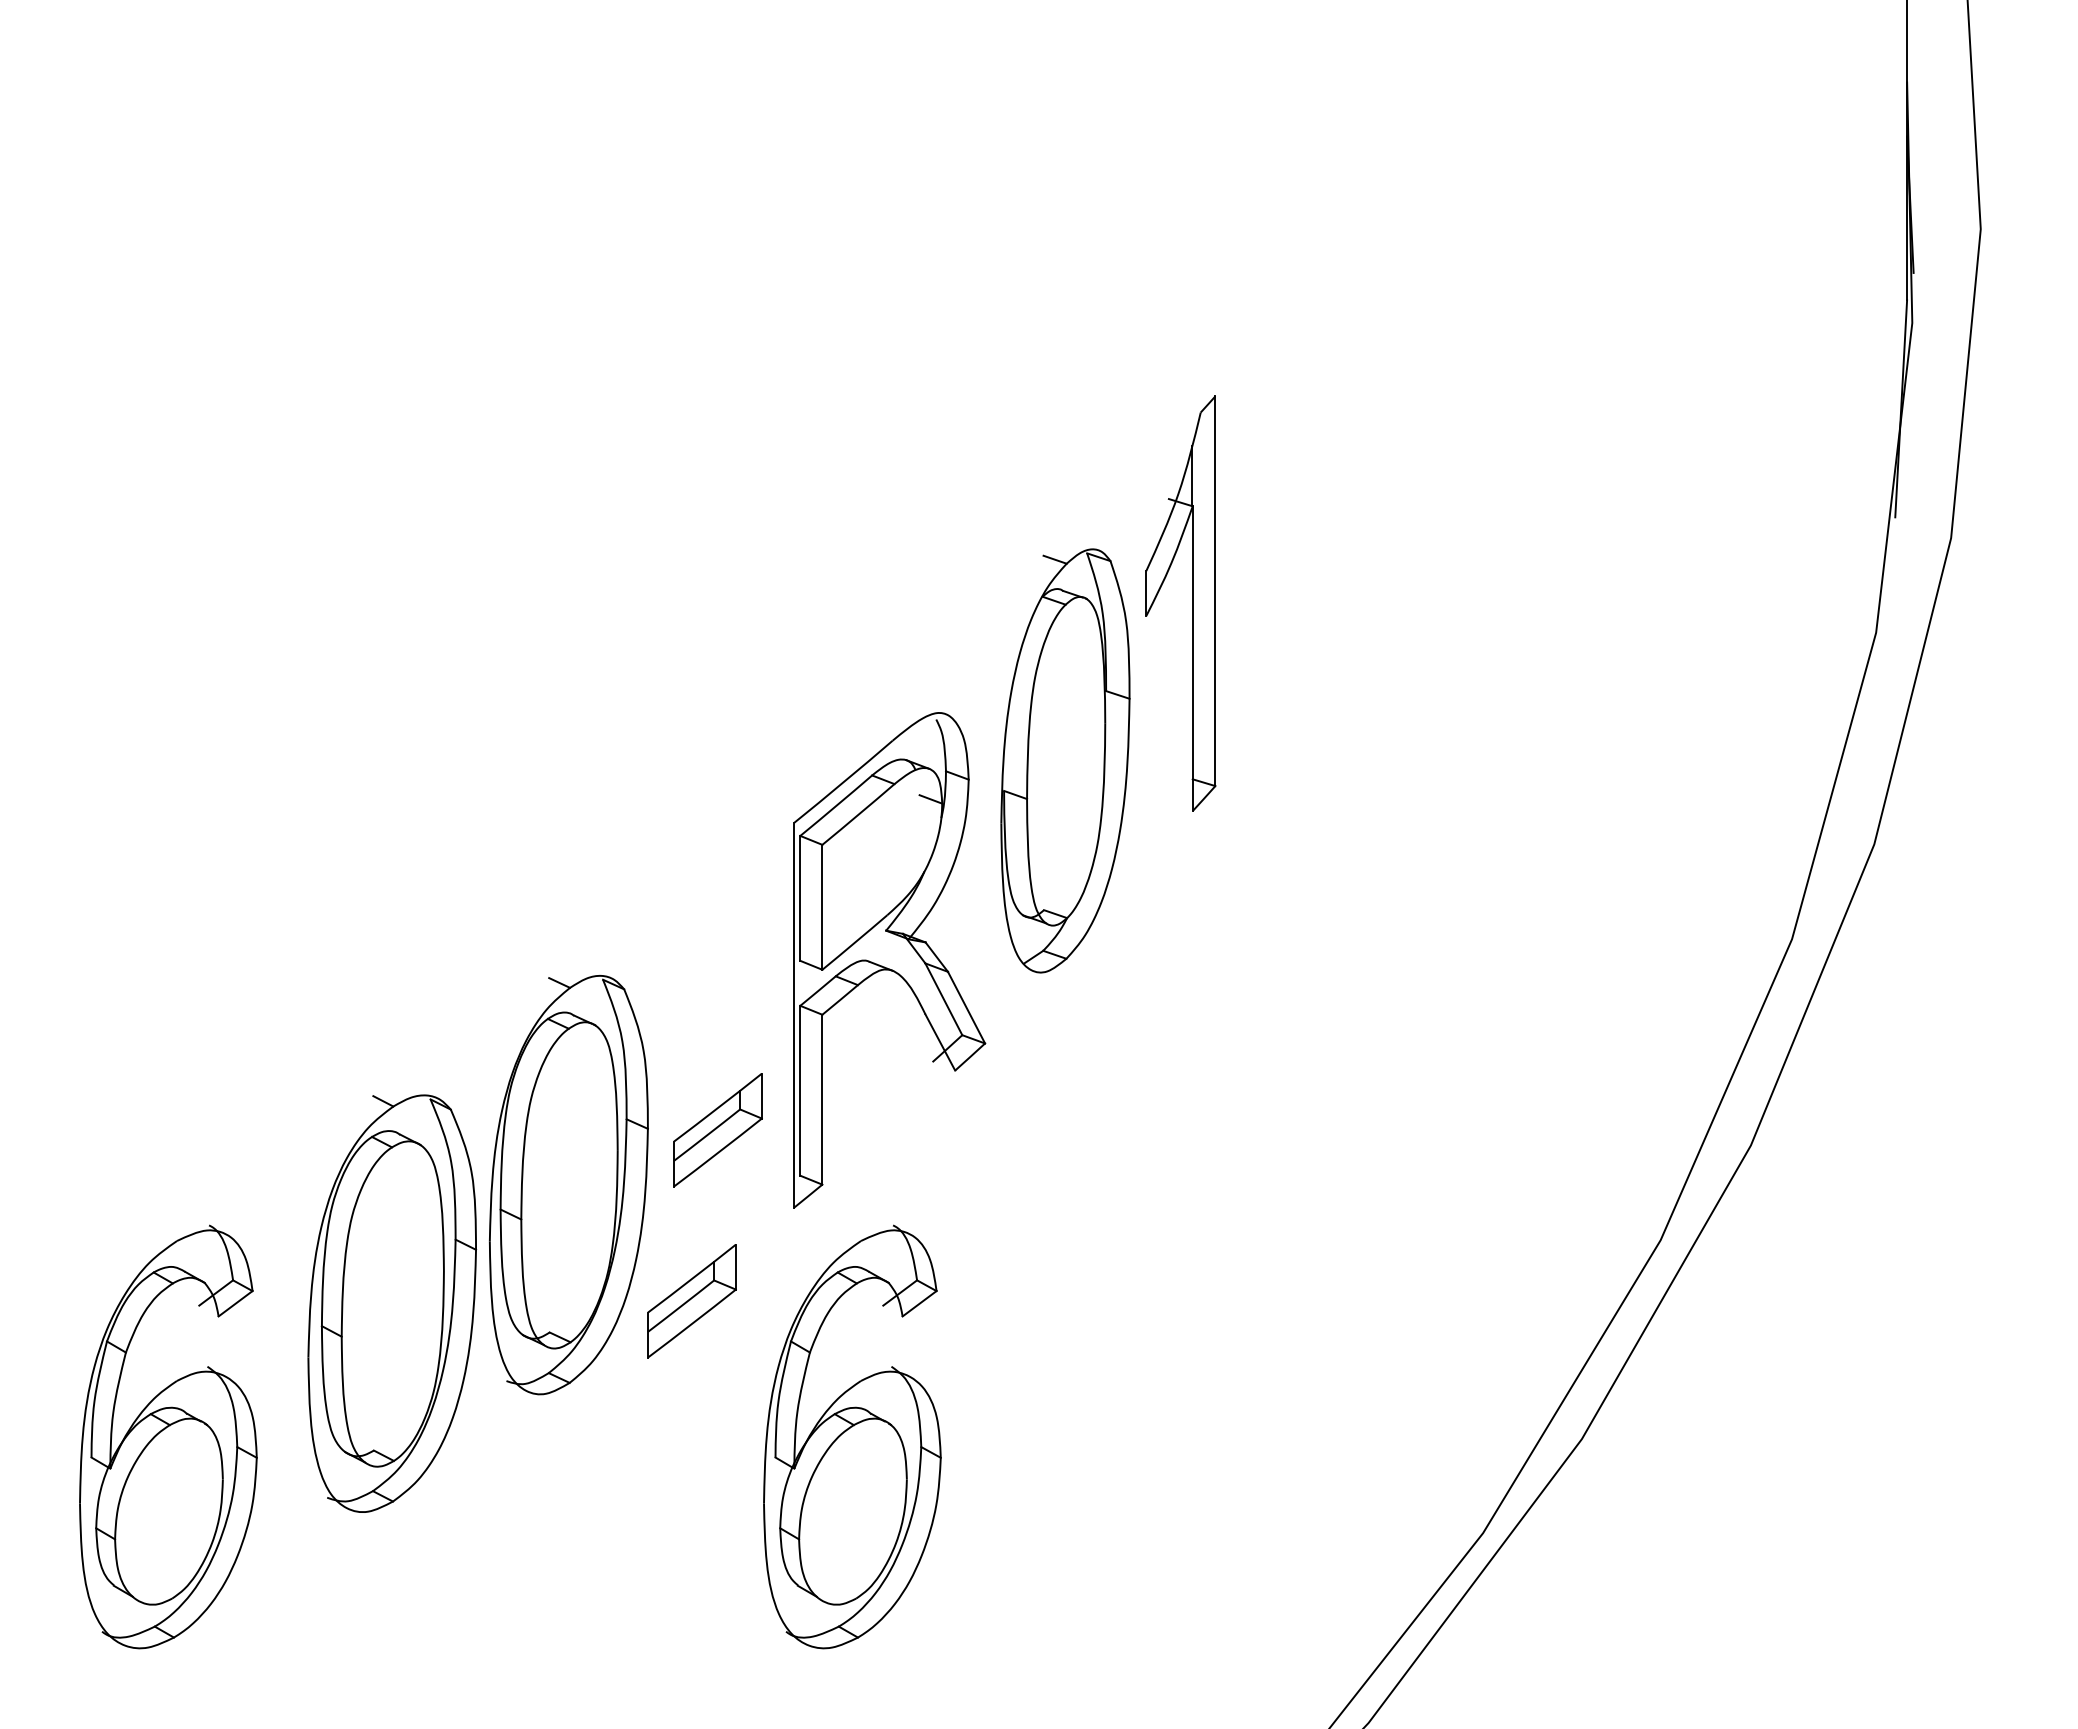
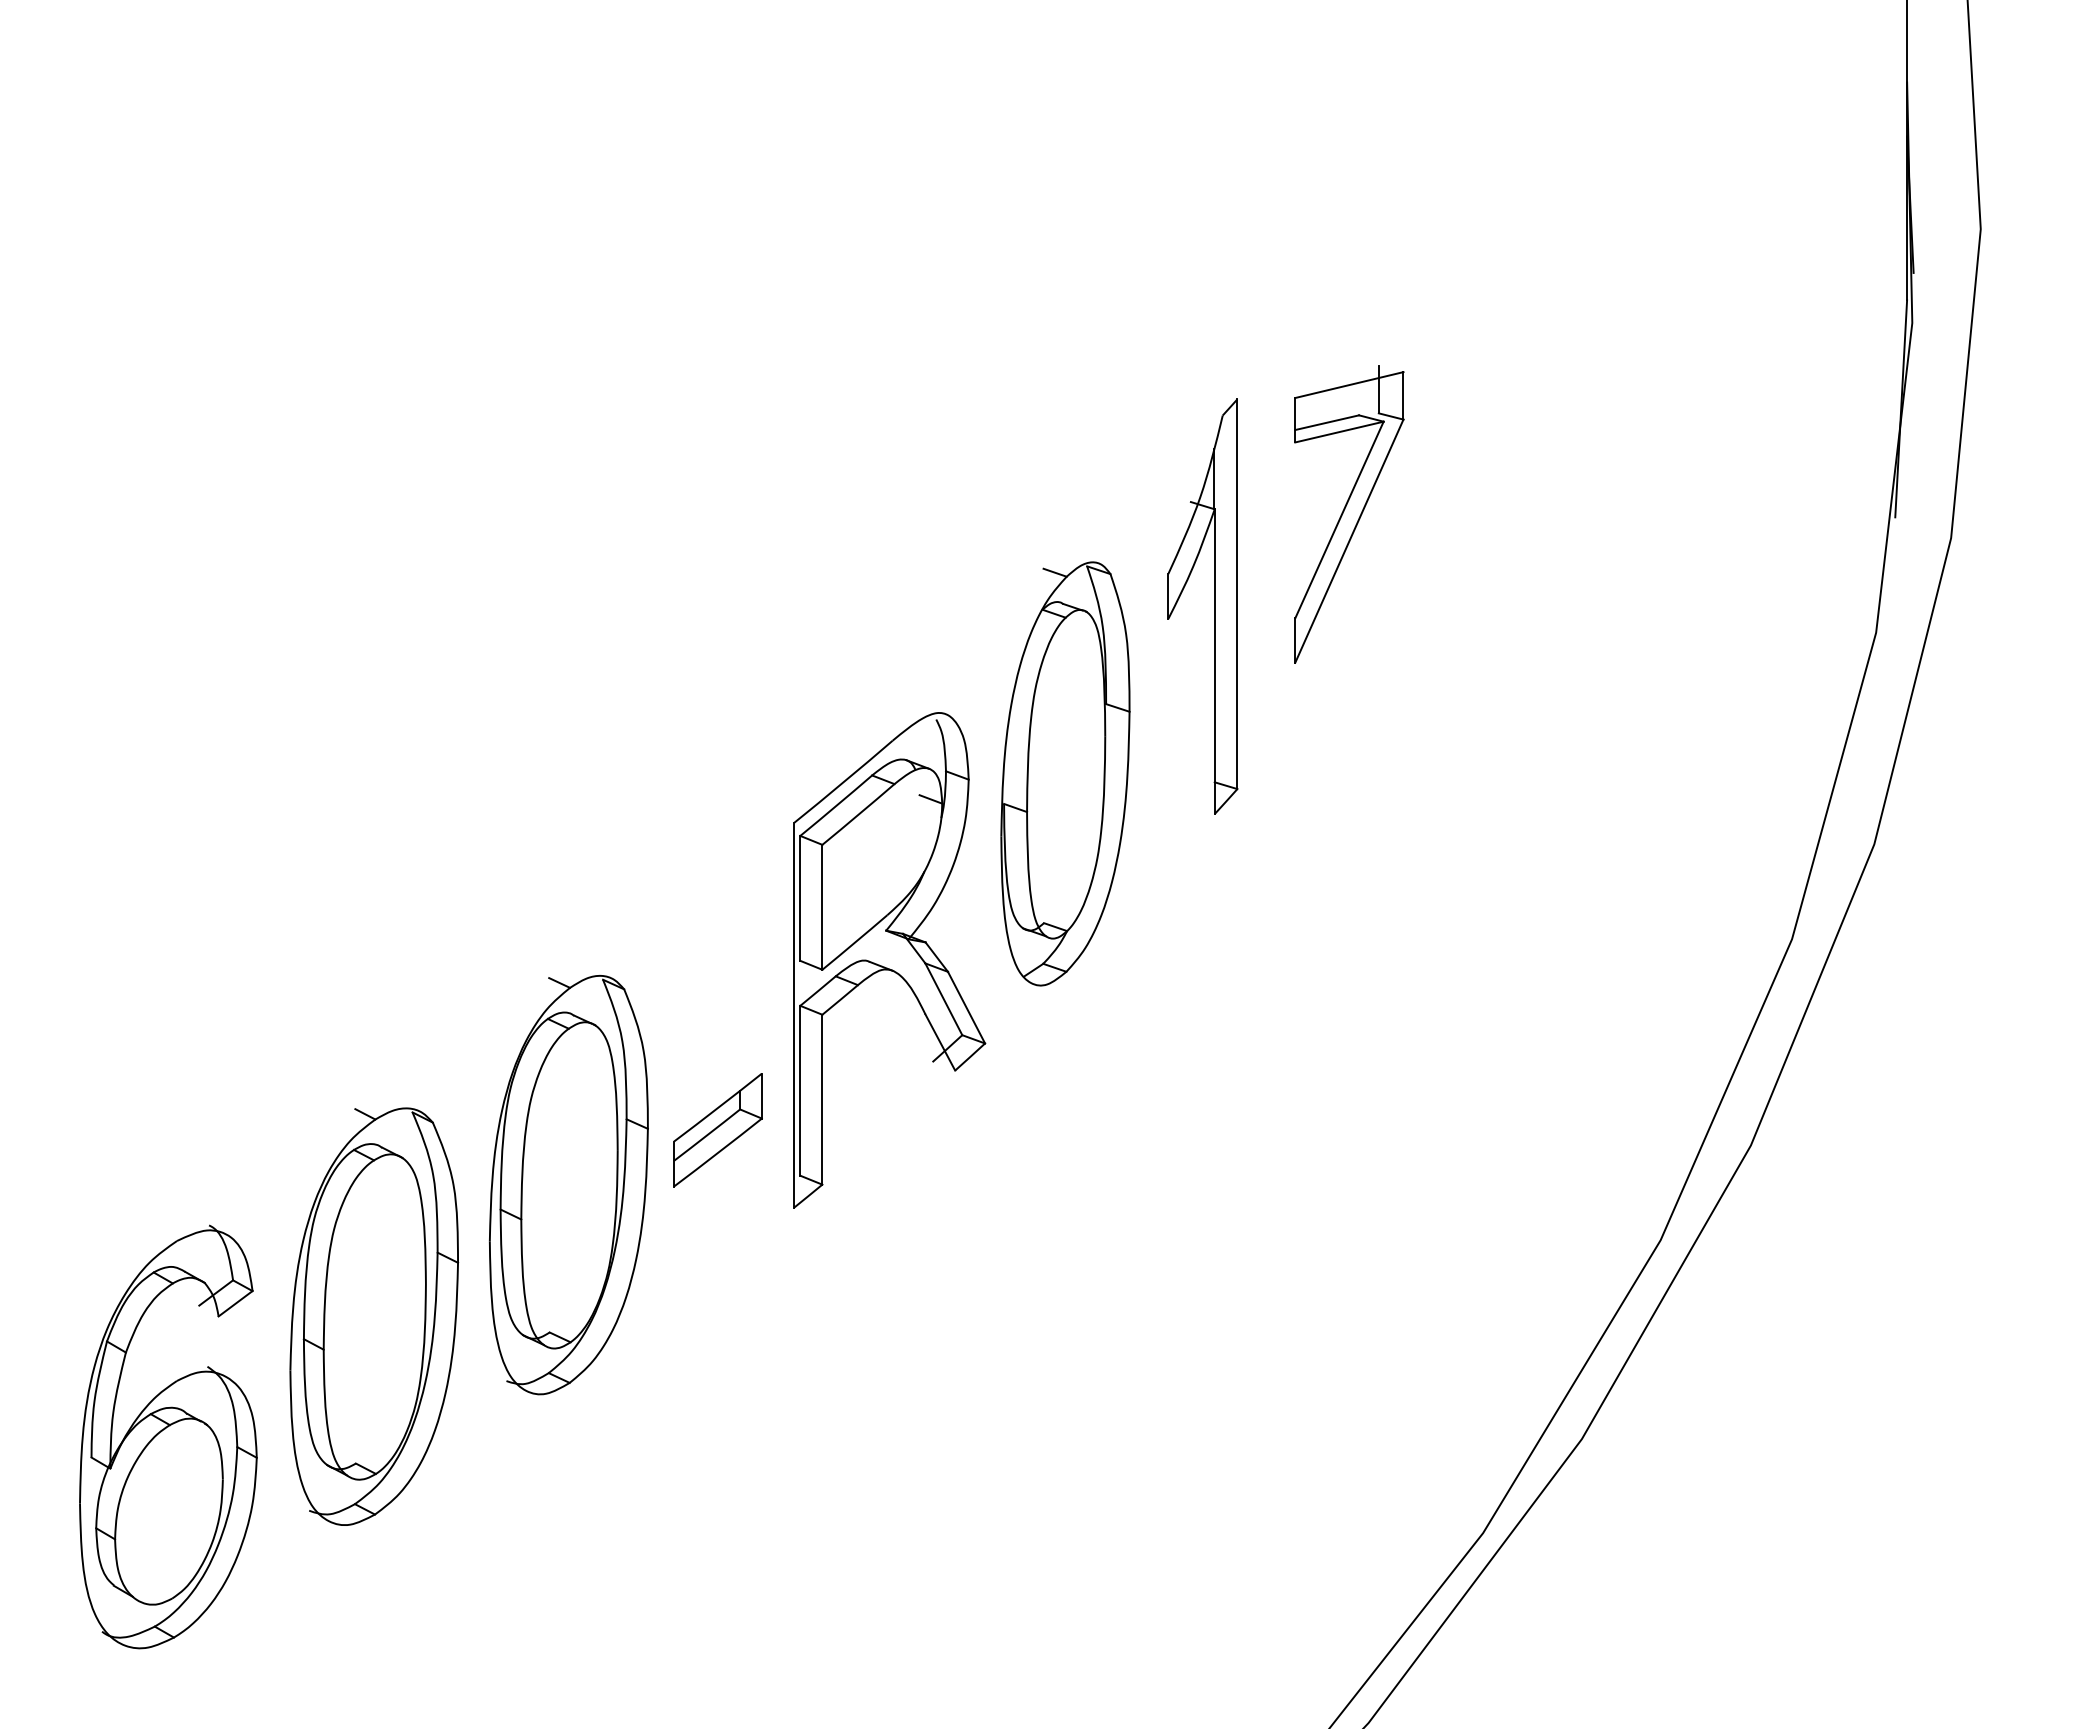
part at (1349, 514): none -> present
part at (1192, 603) position: (1192, 603) -> (1214, 606)
part at (1065, 760) position: (1065, 760) -> (1065, 773)
part at (691, 1301): present -> none
part at (392, 1303) position: (392, 1303) -> (374, 1316)
part at (852, 1436): present -> none
